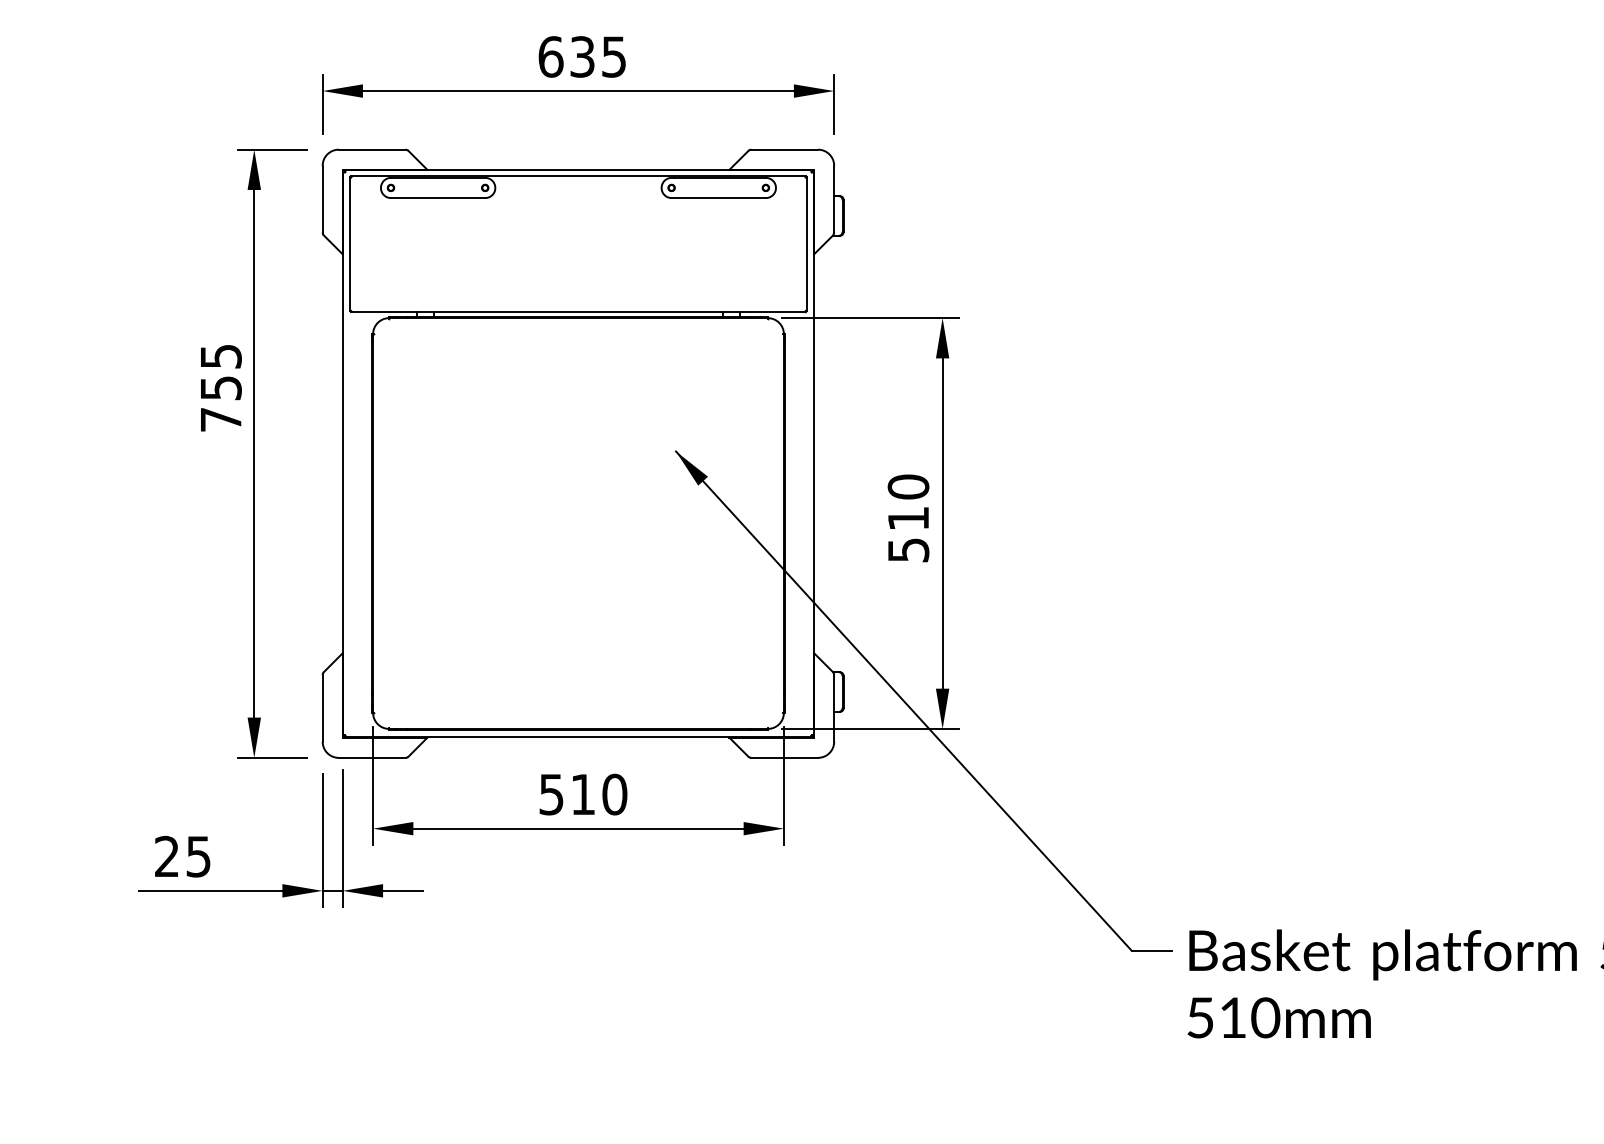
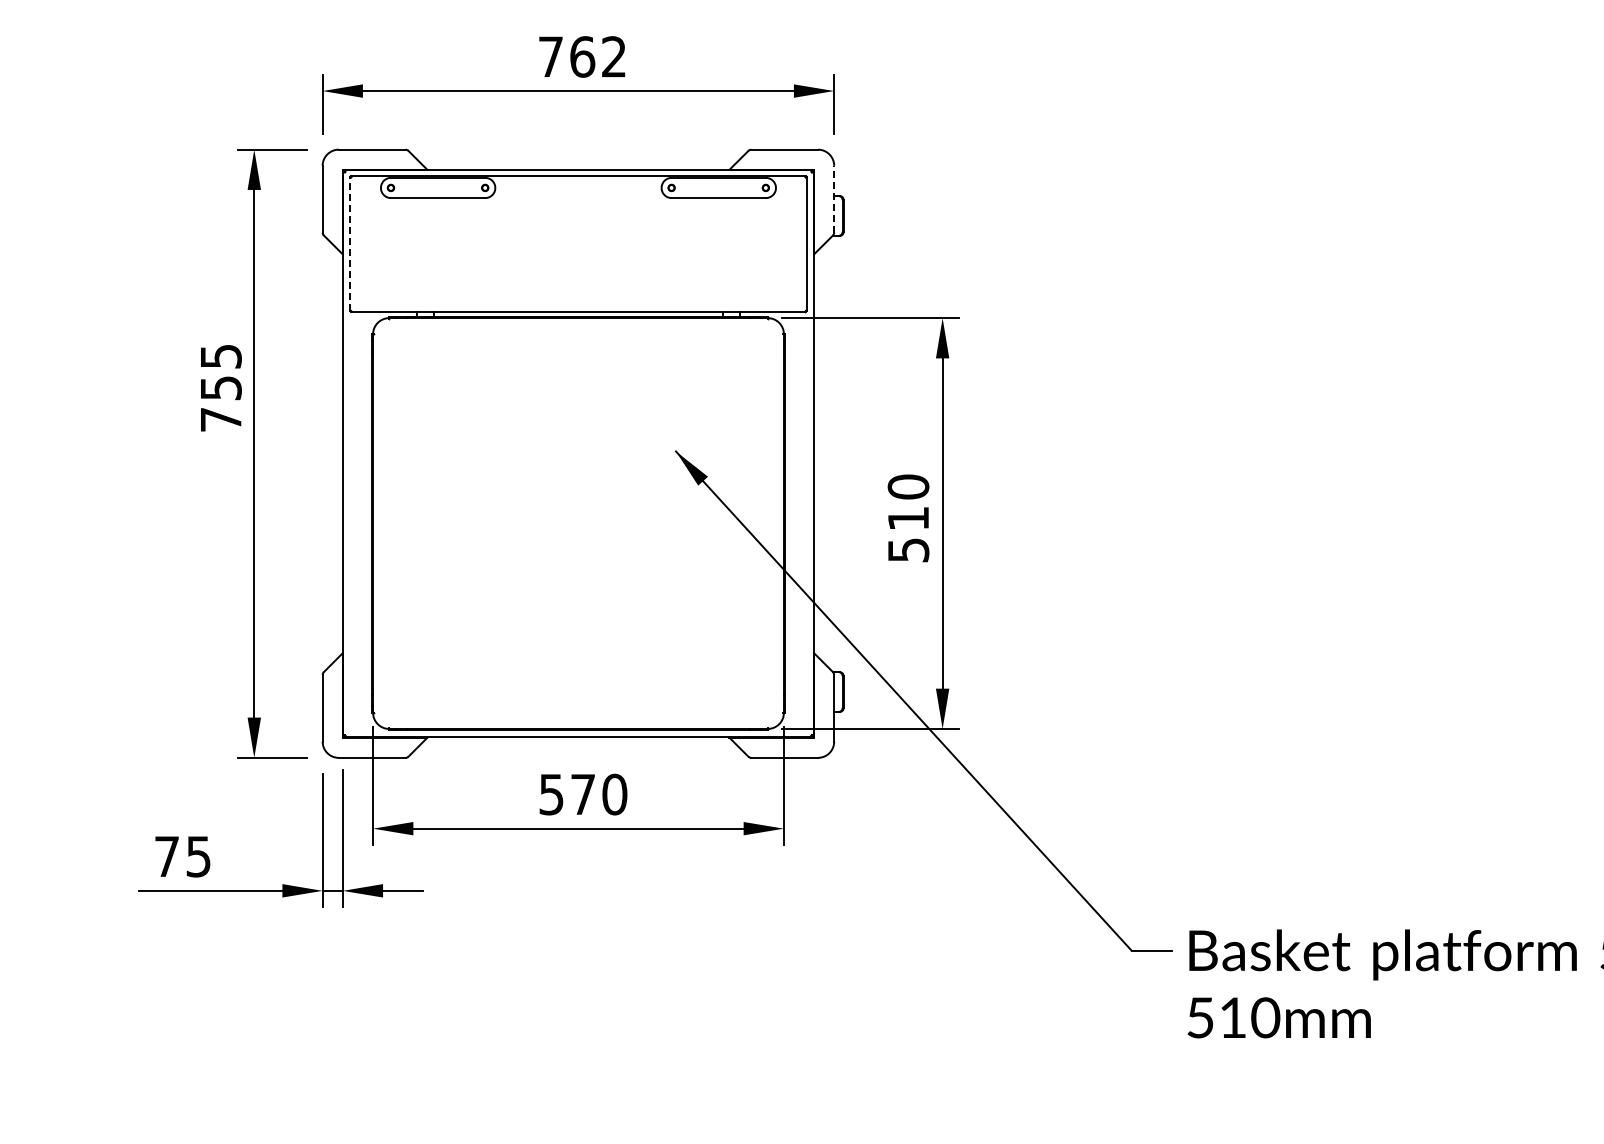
text at (581, 56): 635 -> 762
line at (834, 198): solid -> dashed
line at (349, 243): solid -> dashed
text at (582, 794): 510 -> 570
text at (166, 855): 25 -> 75
